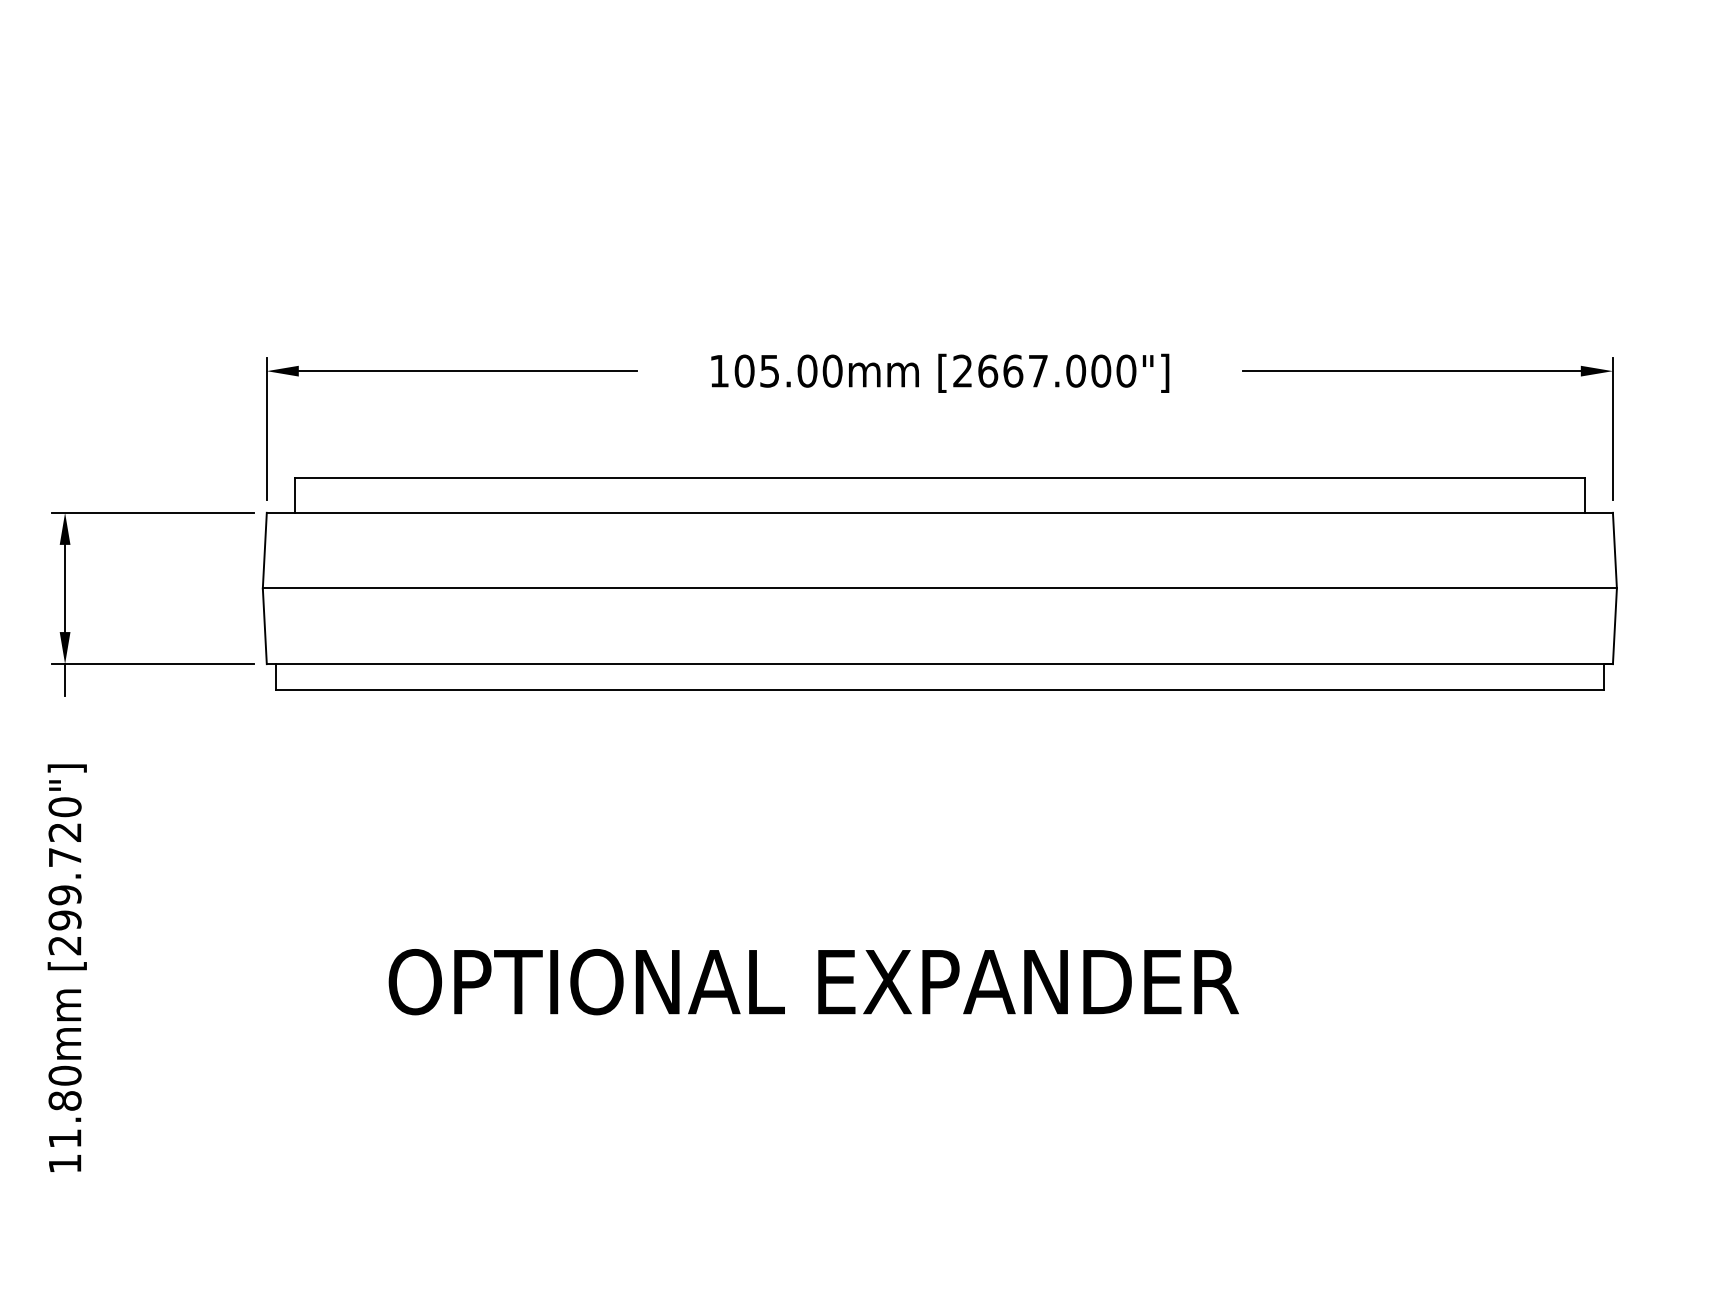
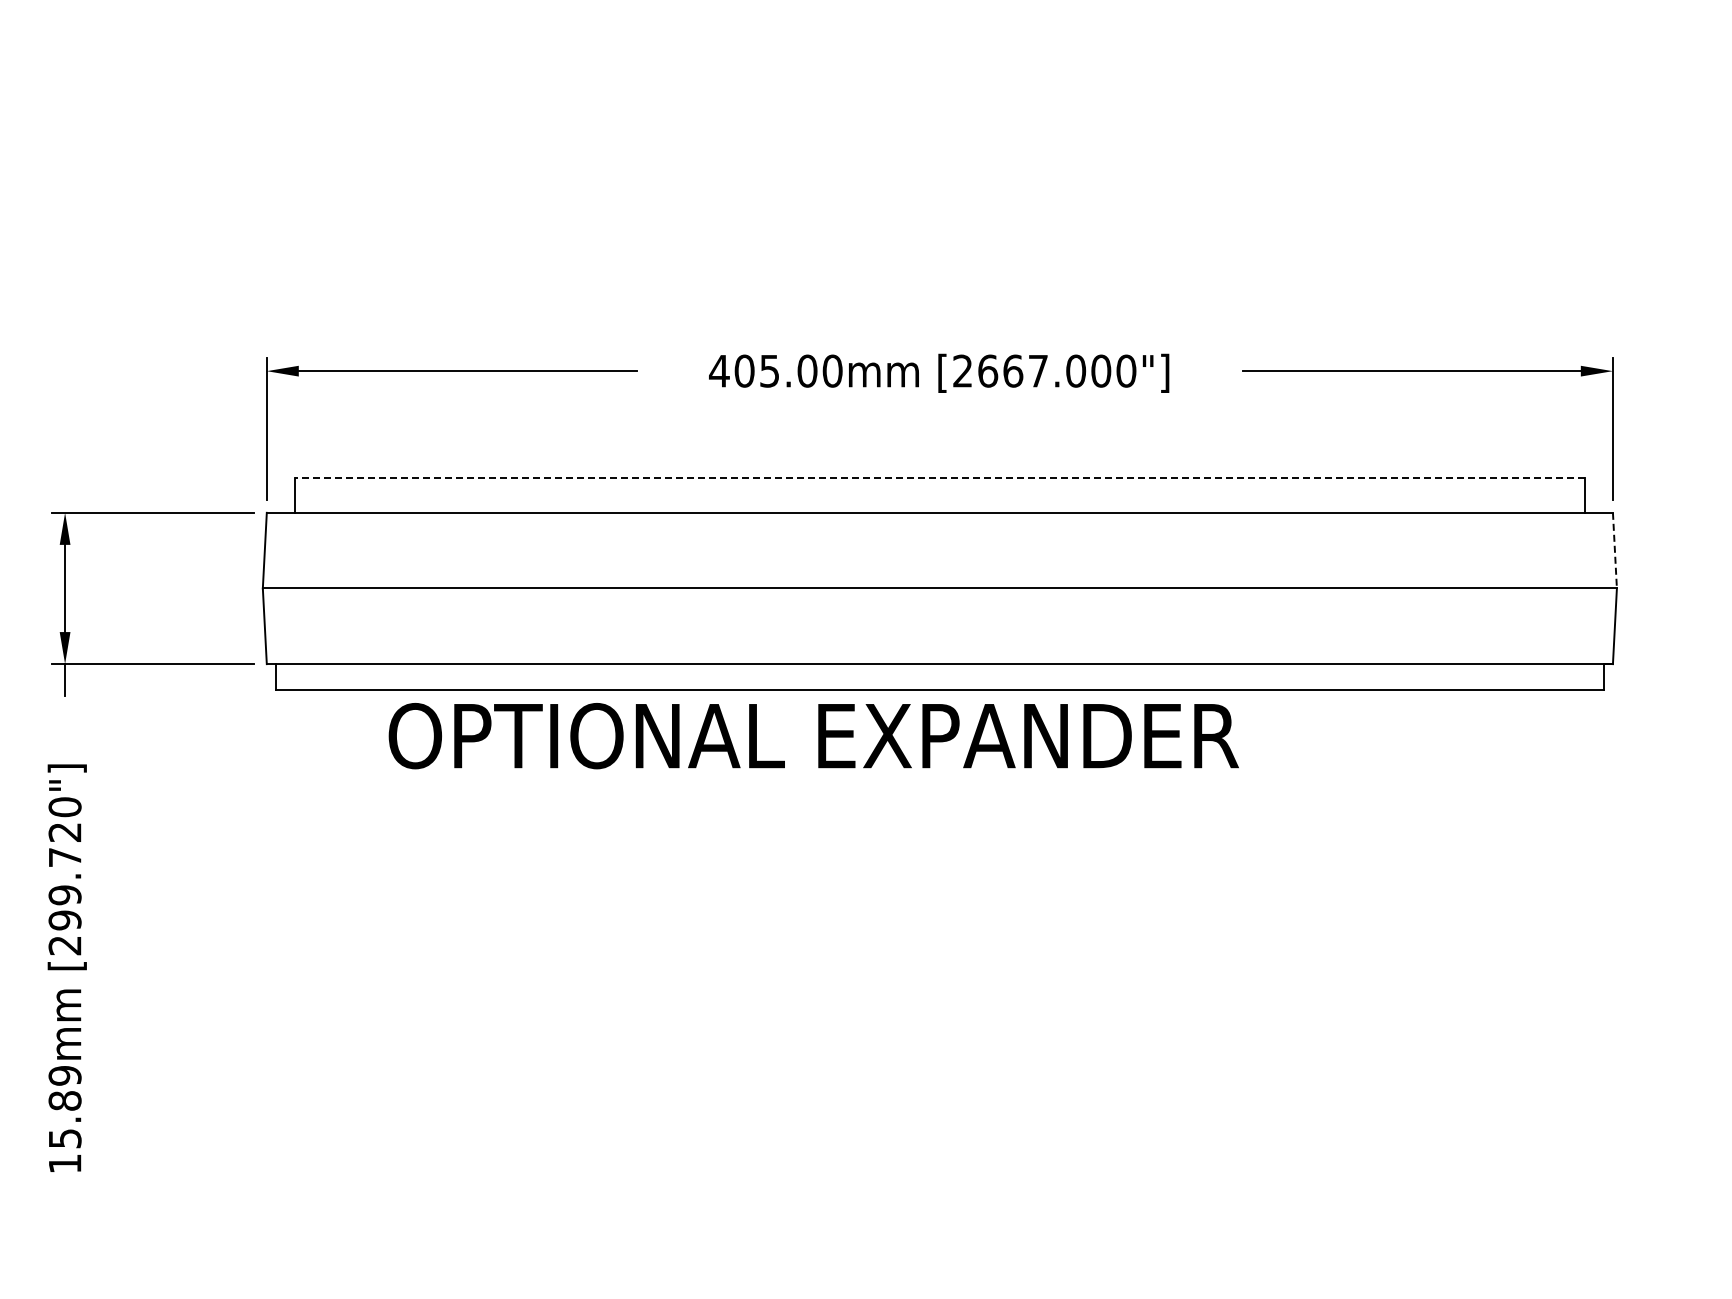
text at (719, 371): 105.00mm -> 405.00mm
line at (939, 478): solid -> dashed
line at (1614, 550): solid -> dashed
text at (813, 982) position: (813, 982) -> (813, 736)
text at (64, 1106): 11.80mm -> 15.89mm
